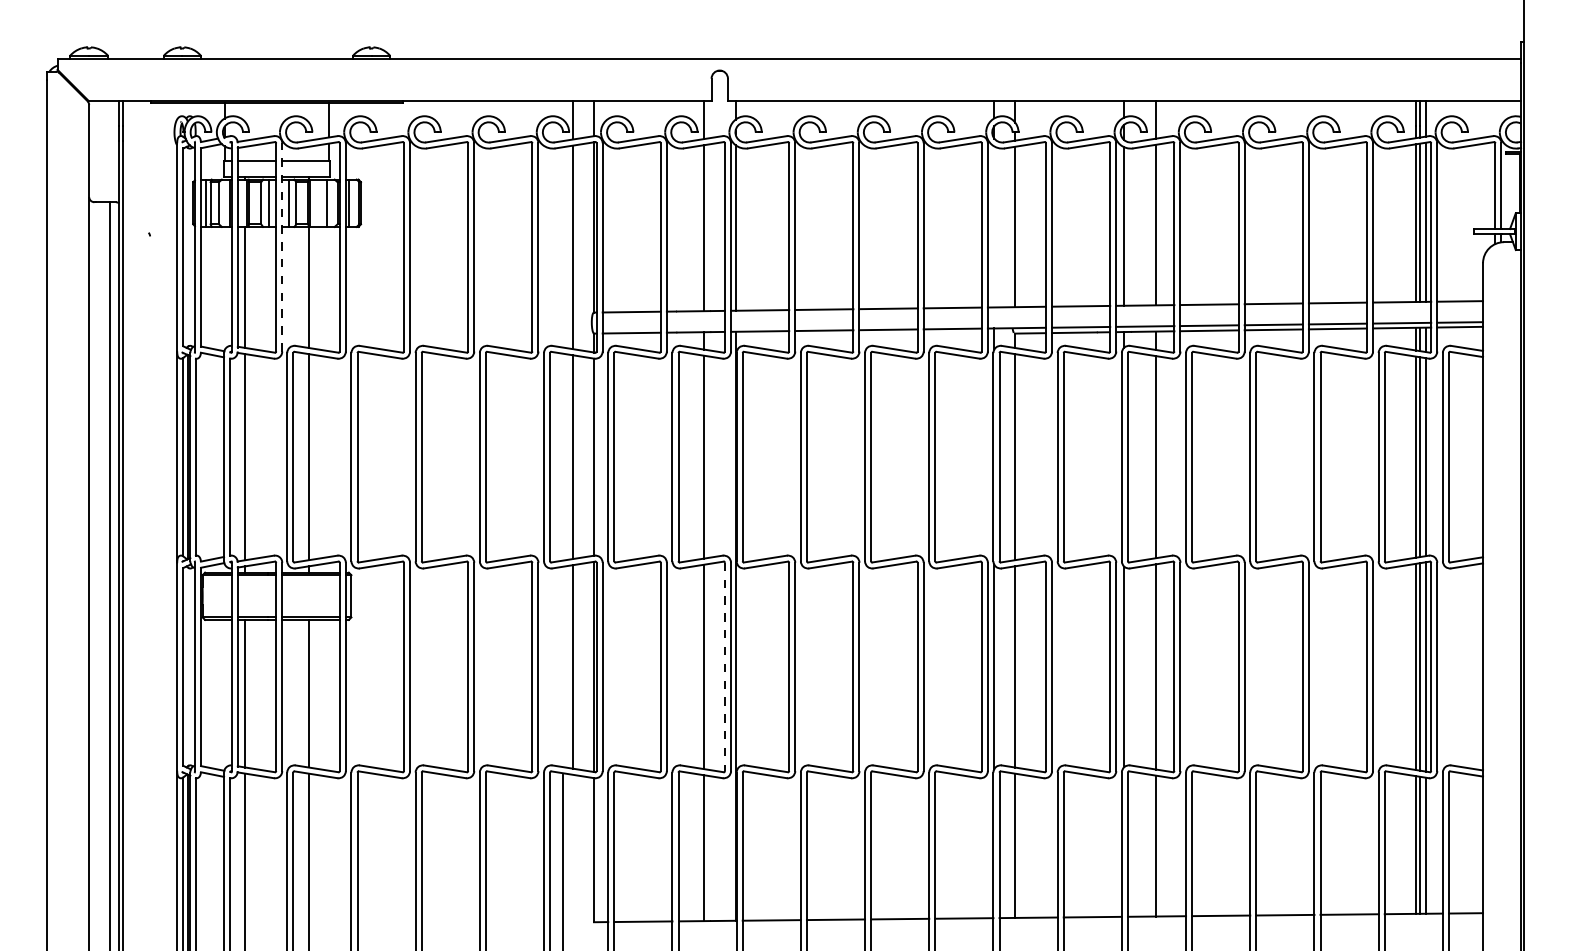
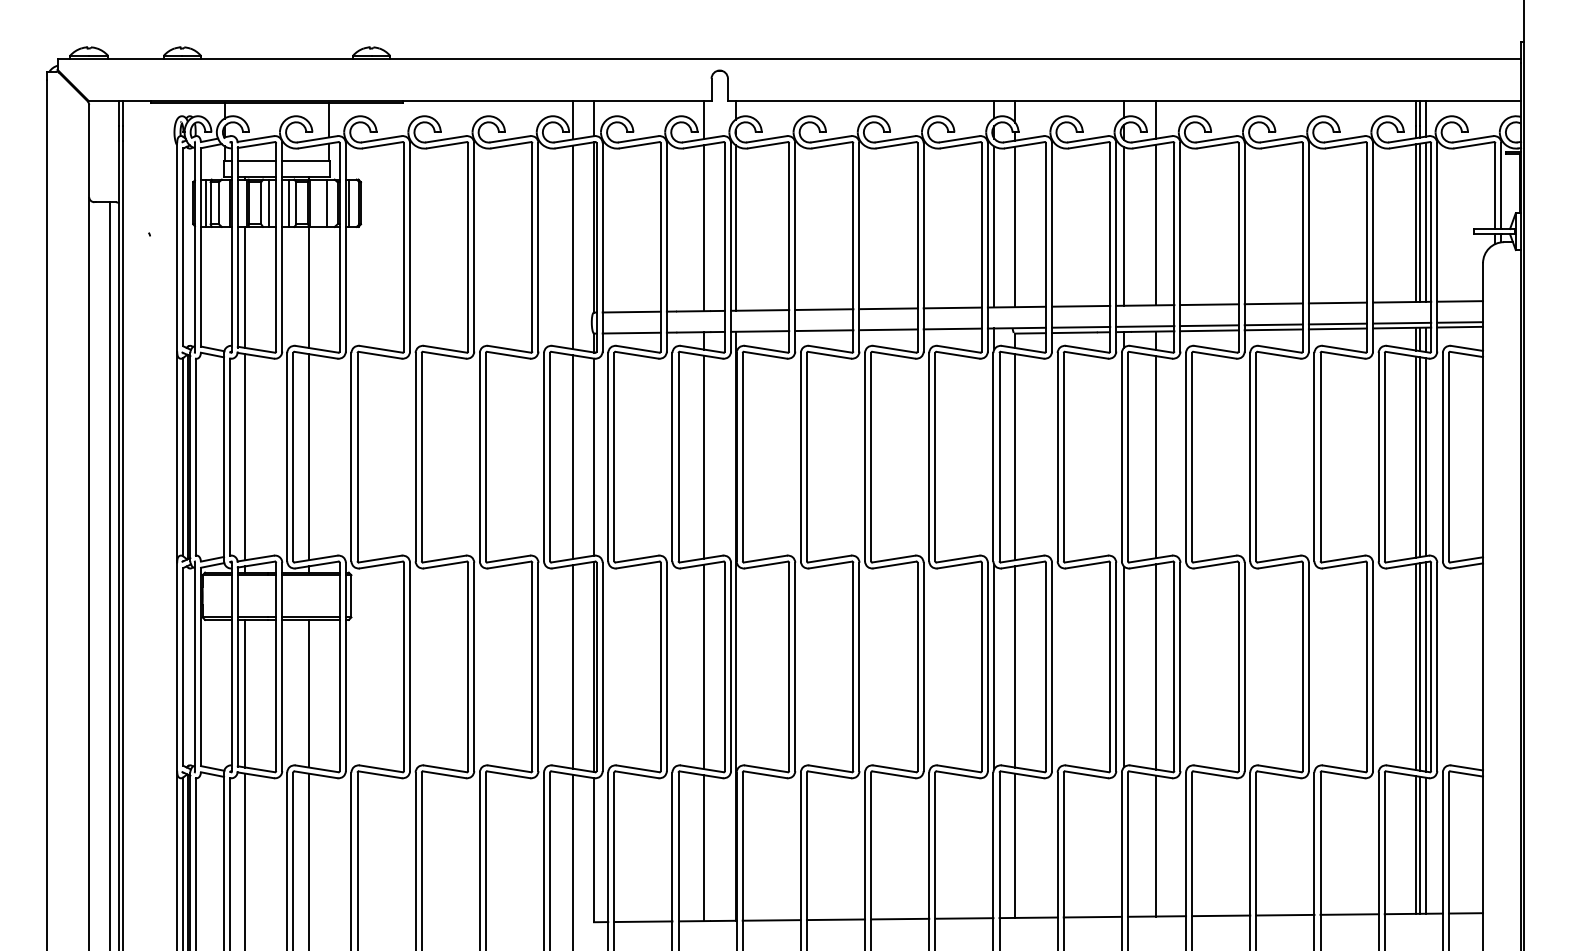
line at (994, 226): none -> present
line at (282, 246): dashed -> solid
line at (725, 667): dashed -> solid
line at (563, 860) position: (563, 860) -> (573, 860)
